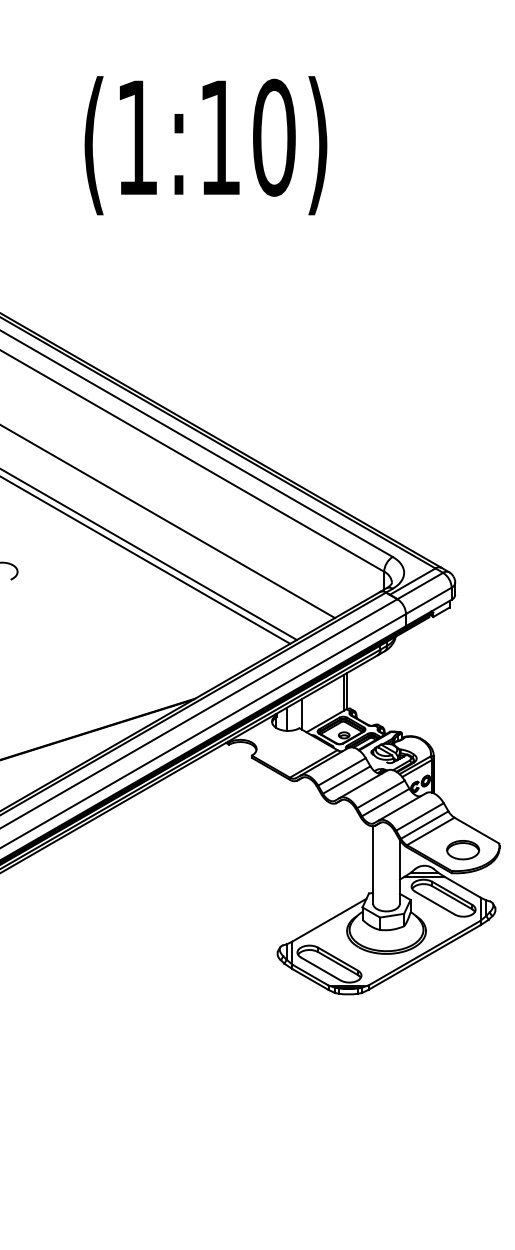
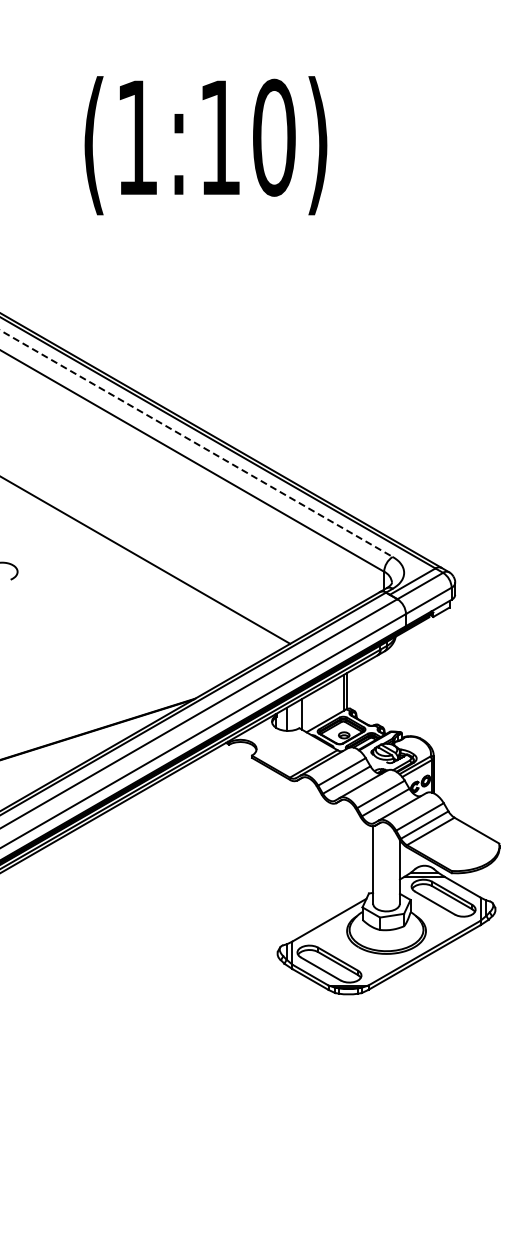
line at (197, 444): solid -> dashed
line at (168, 521): present -> none
line at (149, 554): present -> none
part at (463, 850): present -> none
